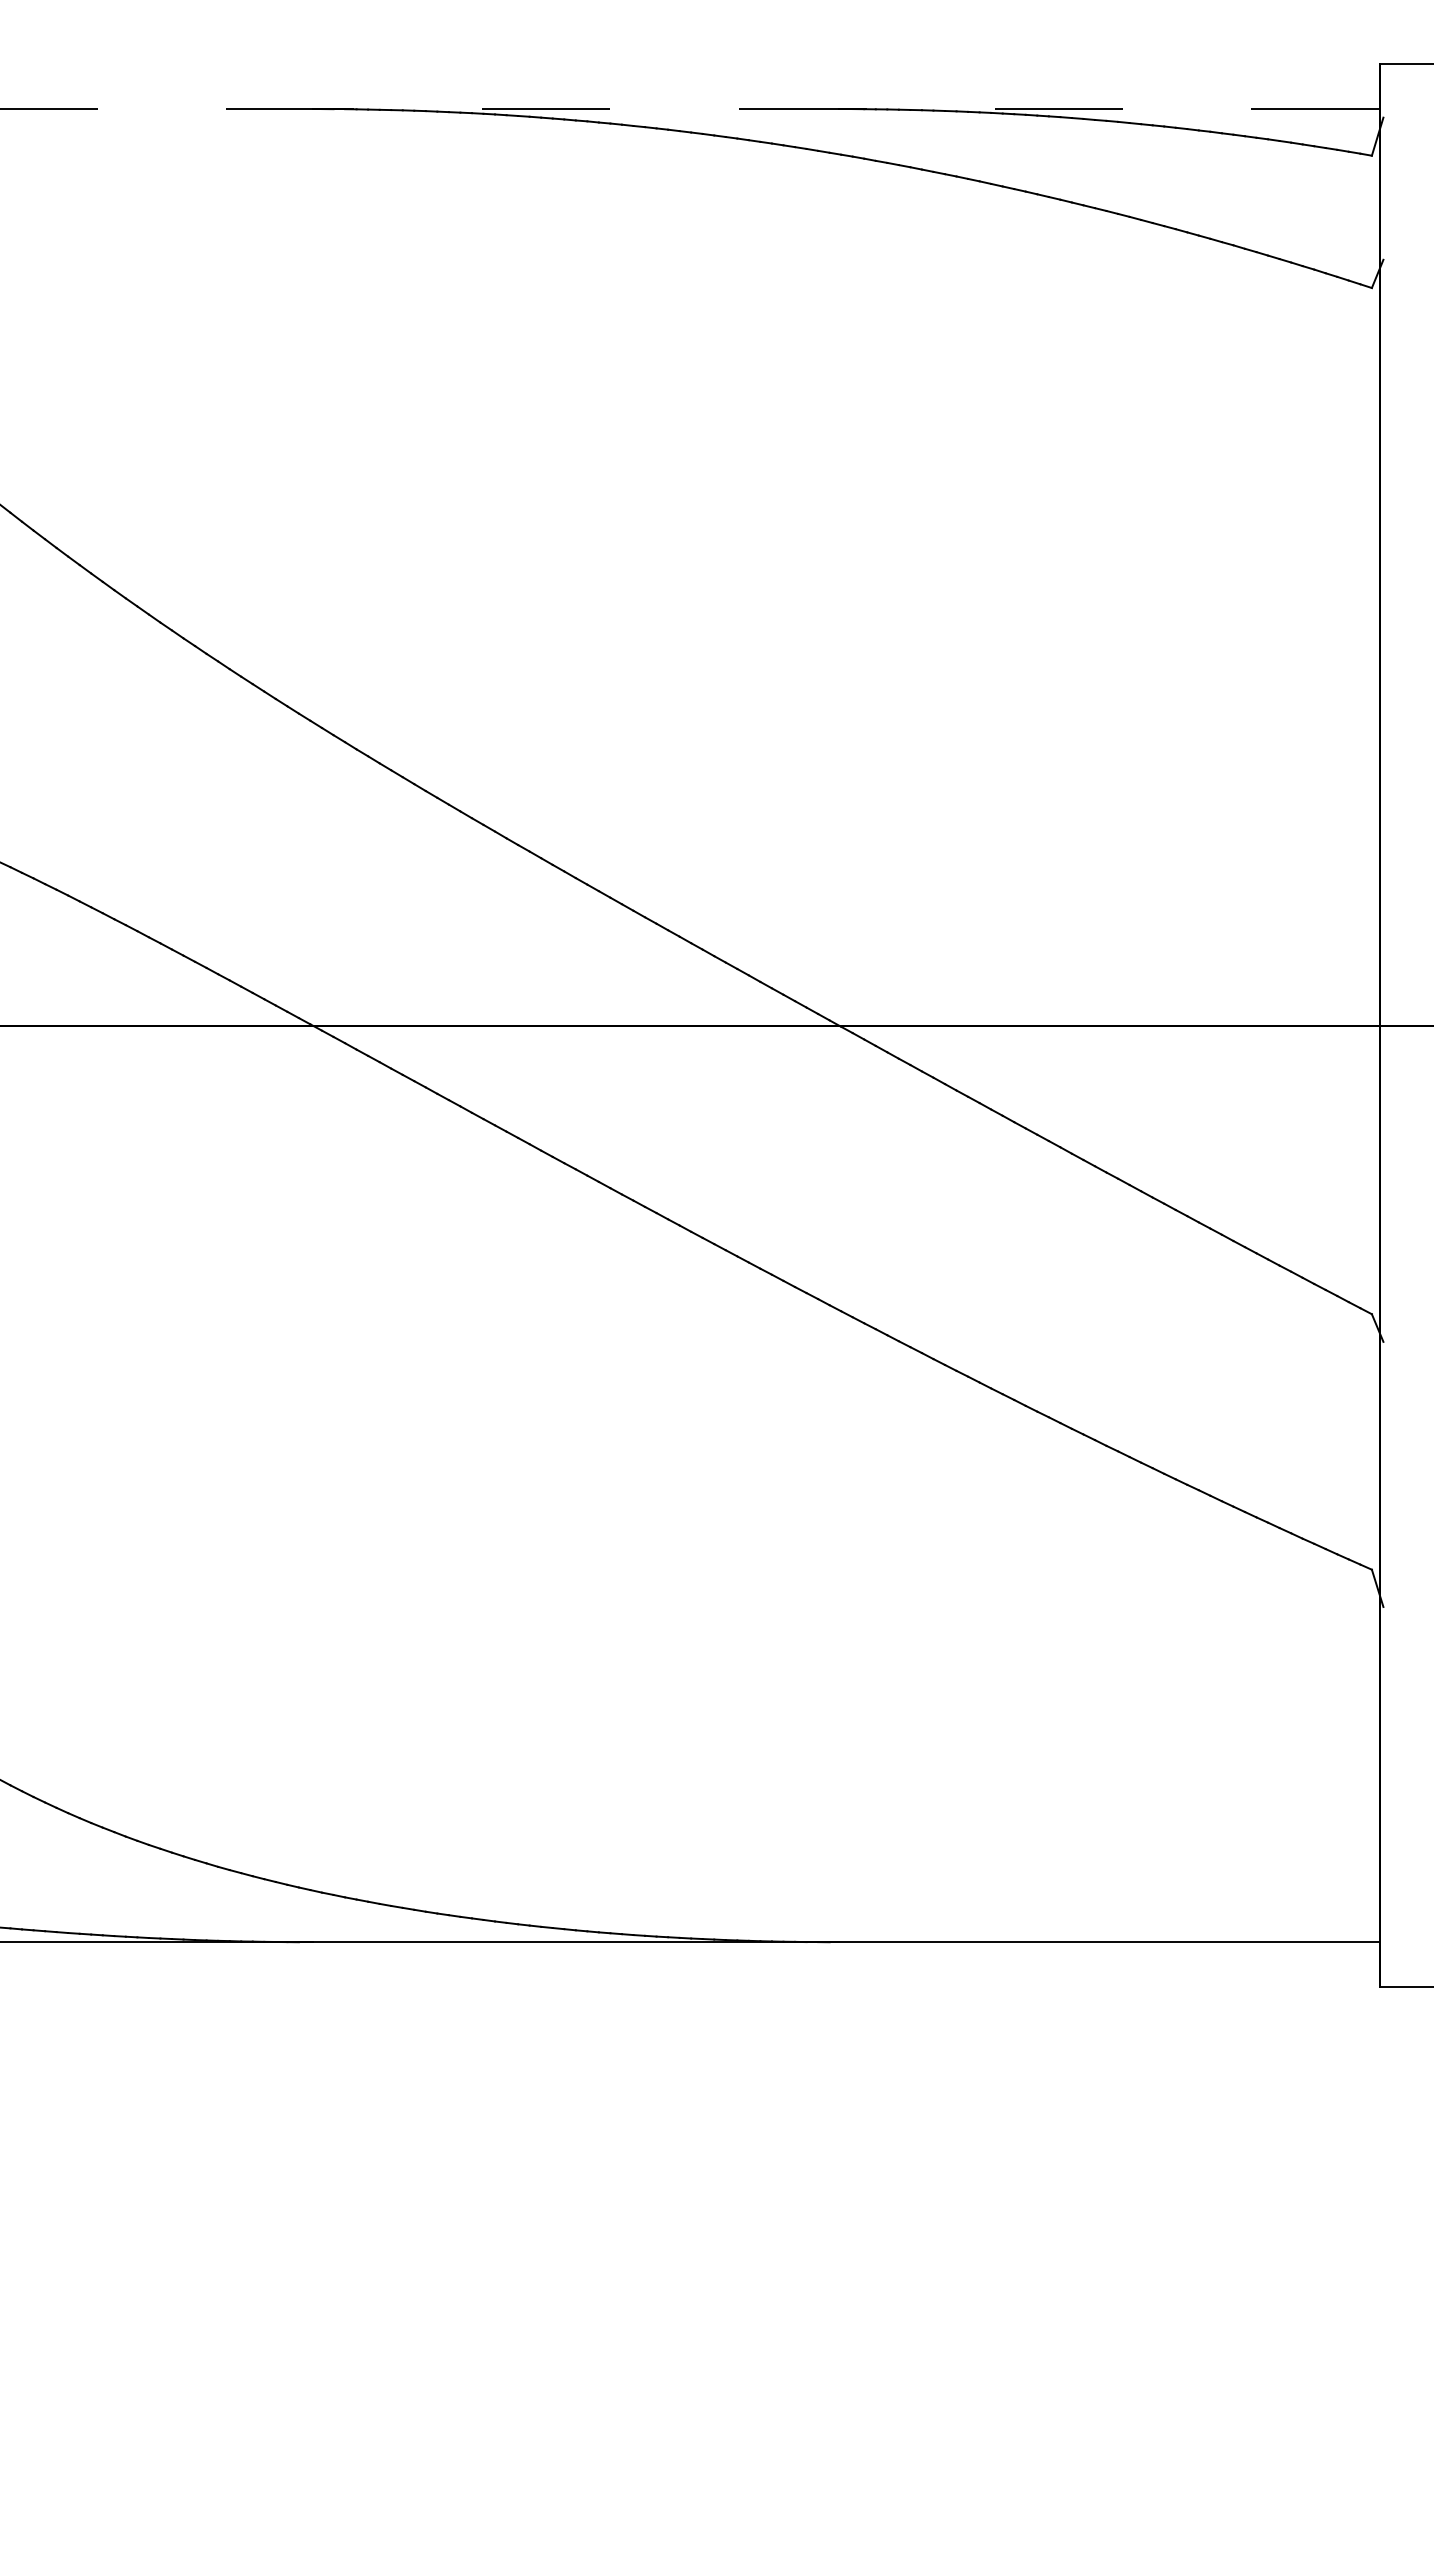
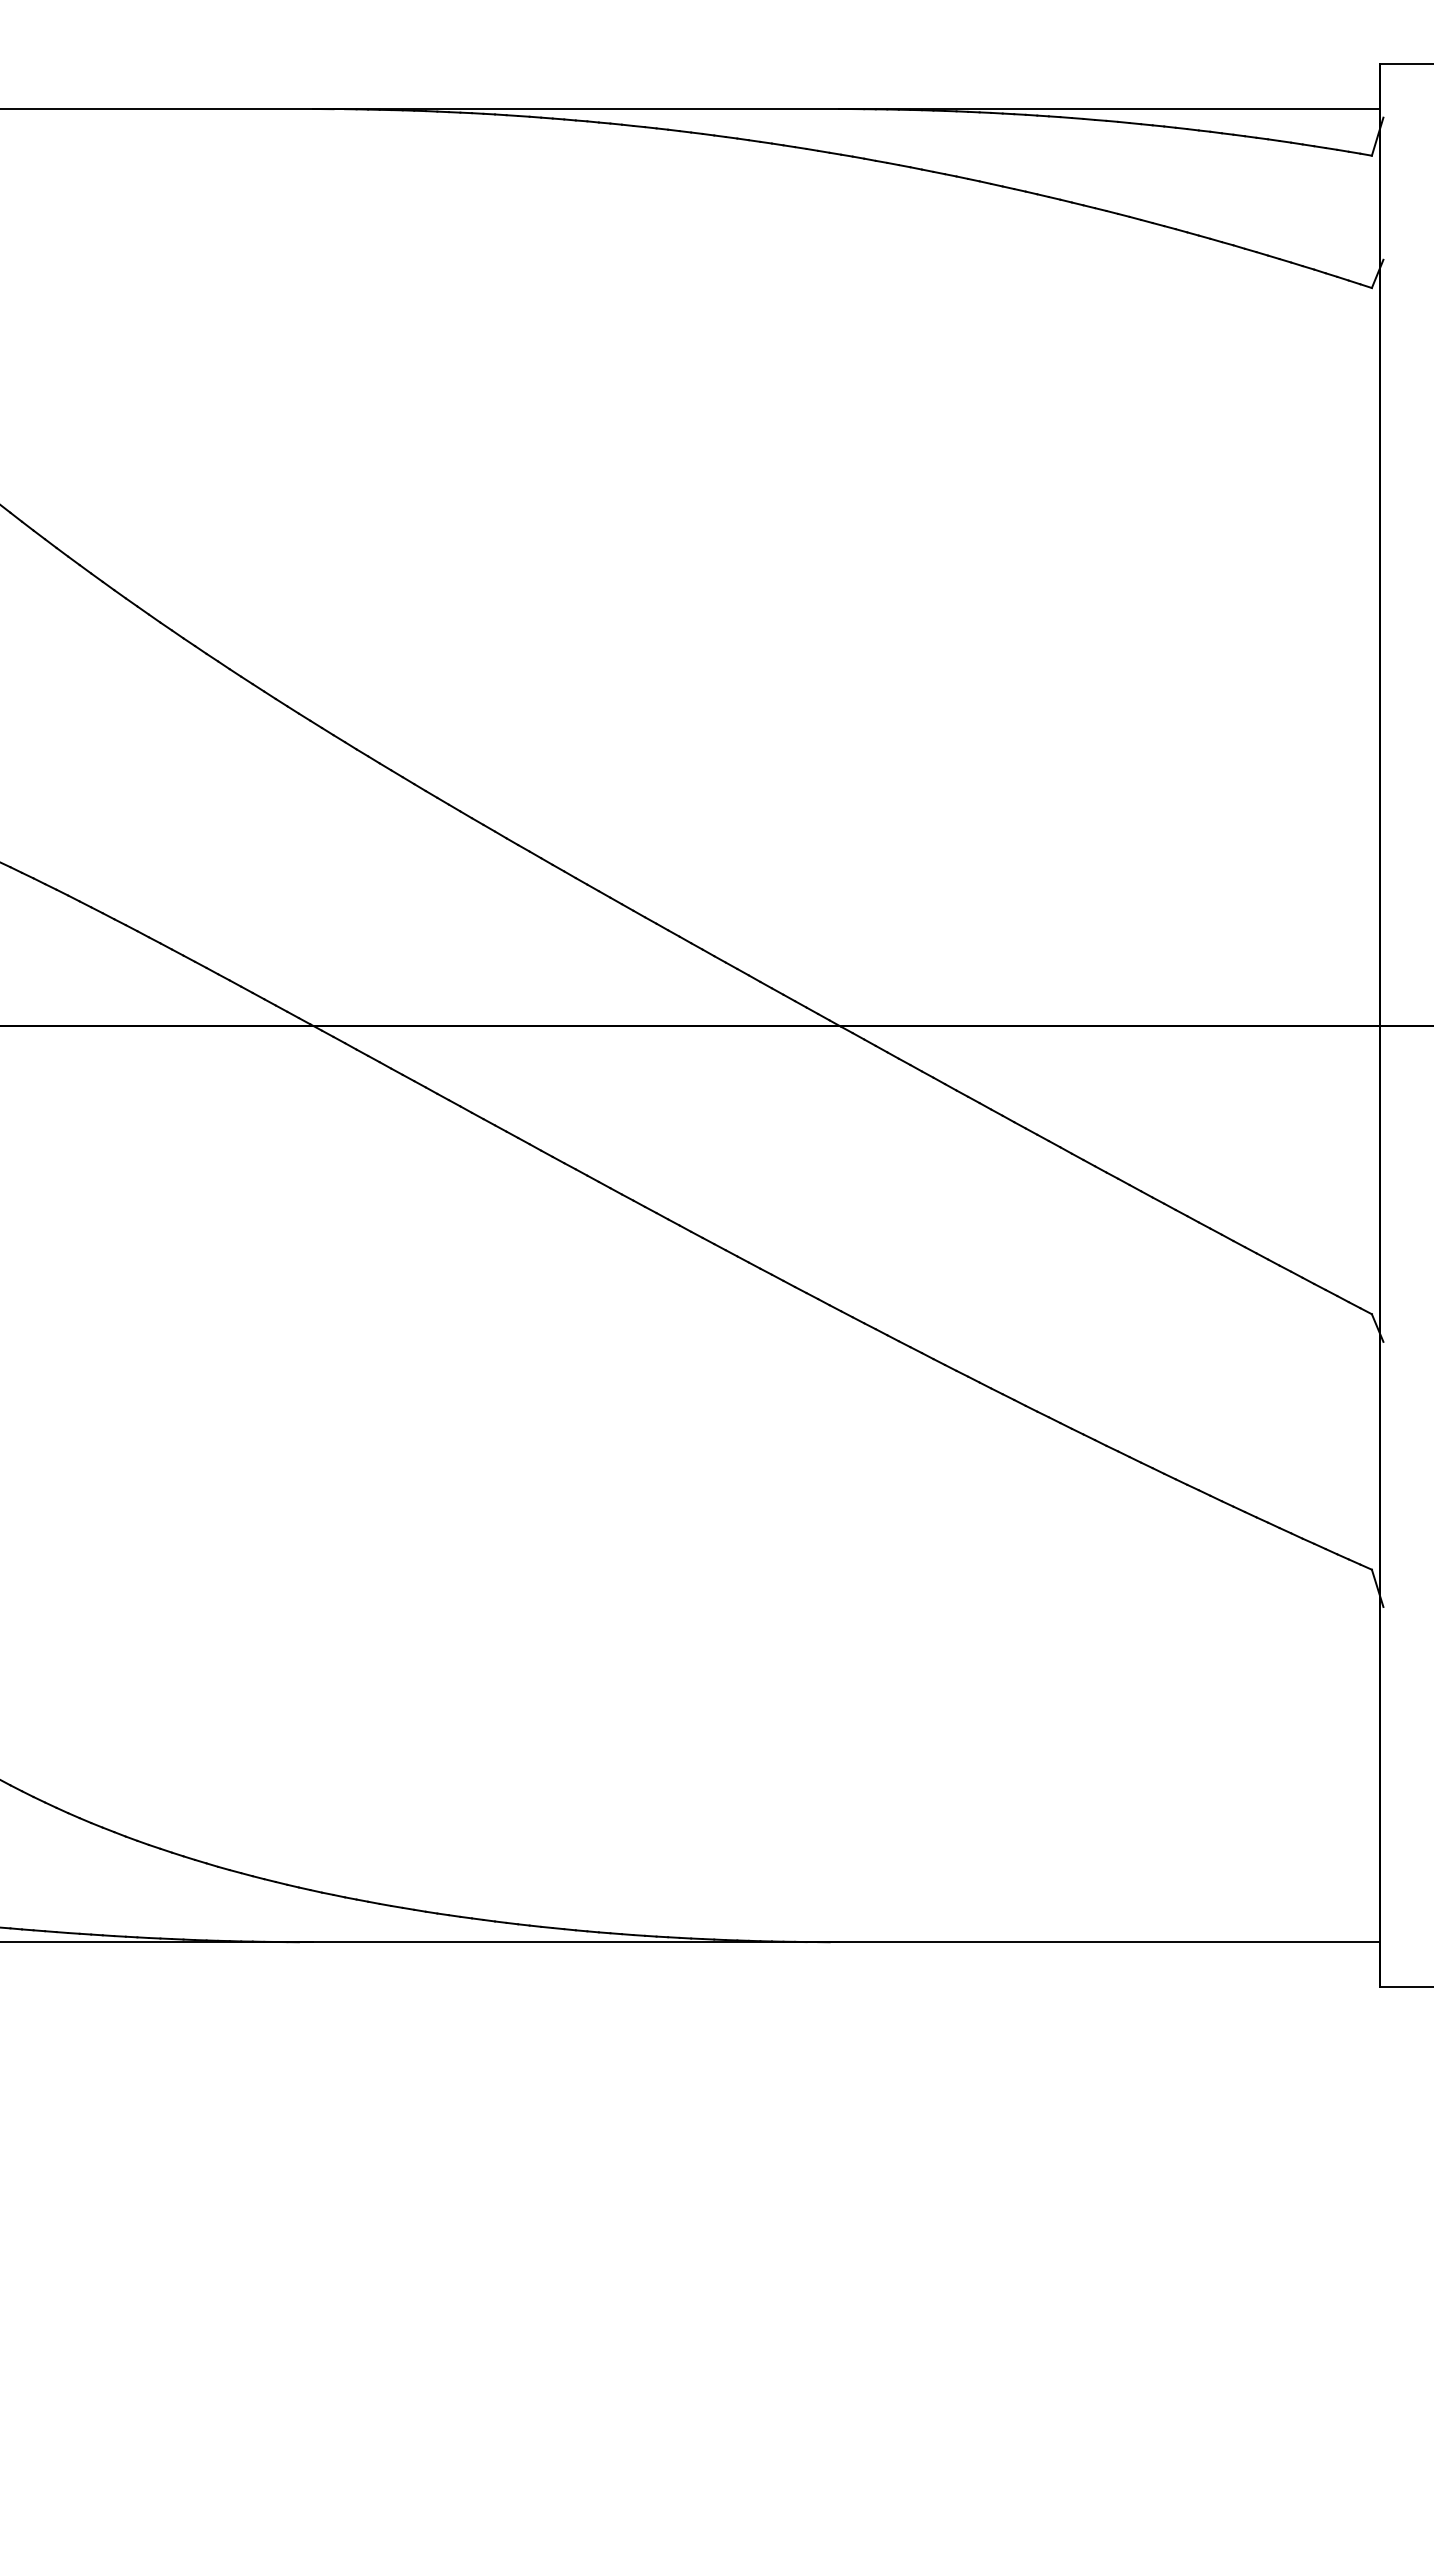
line at (689, 109): dashed -> solid
